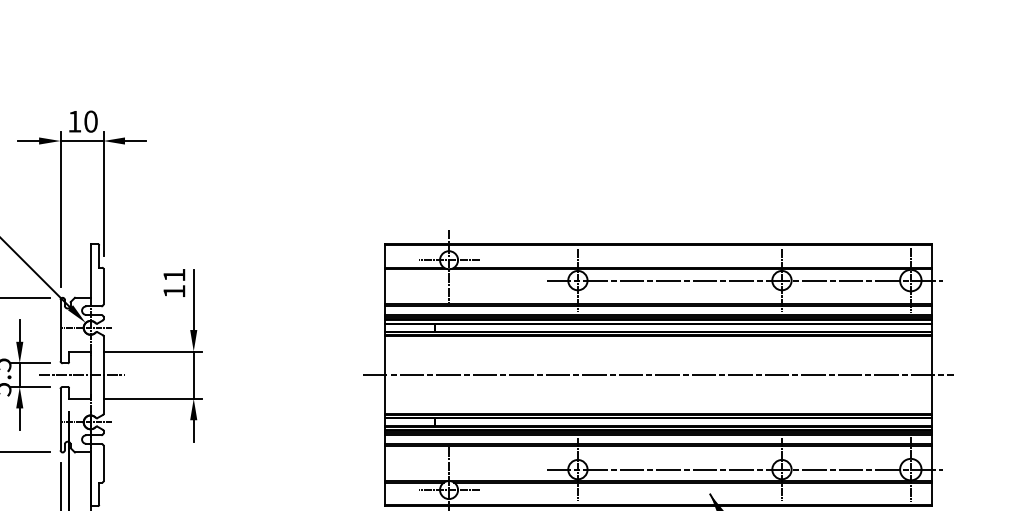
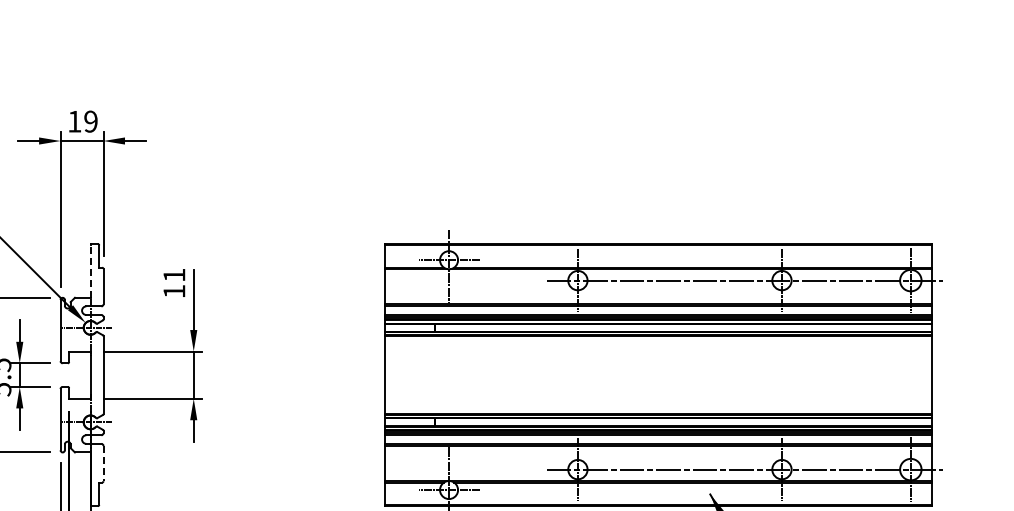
text at (90, 121): 10 -> 19
line at (90, 271): solid -> dashed
line at (82, 375): present -> none
line at (658, 375): present -> none
line at (103, 463): solid -> dashed
